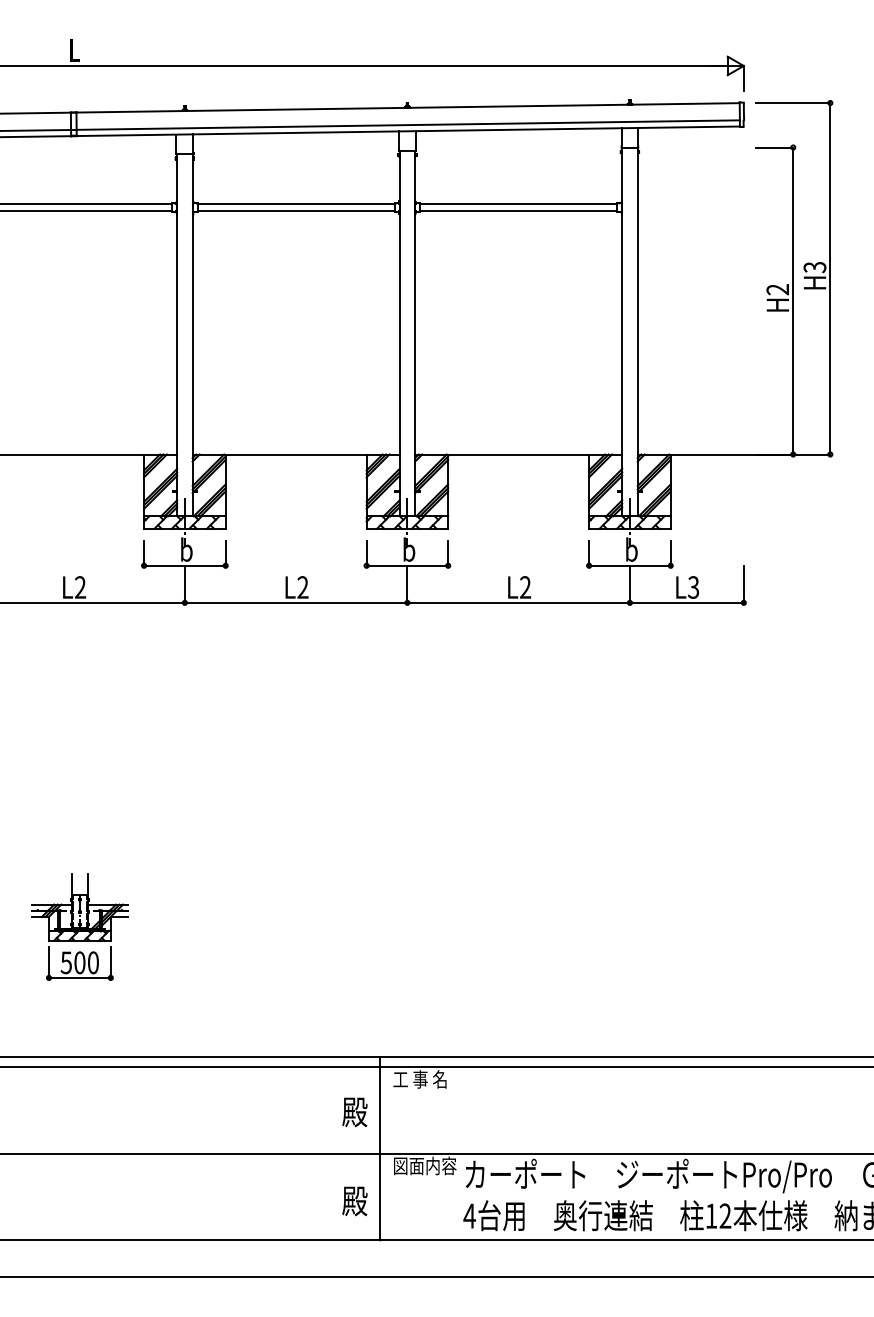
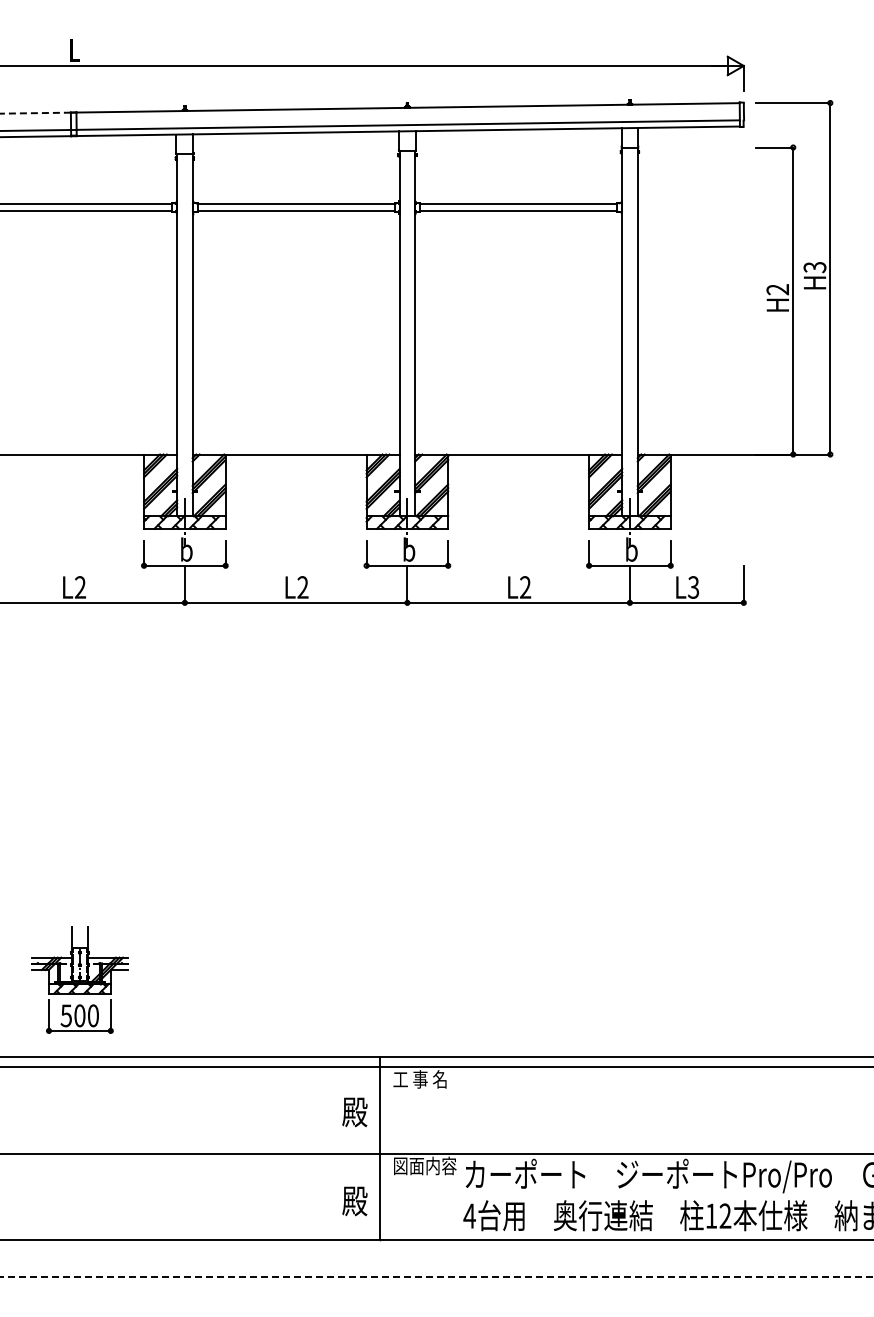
line at (35, 113): solid -> dashed
part at (79, 926) position: (79, 926) -> (79, 979)
line at (437, 1277): solid -> dashed
